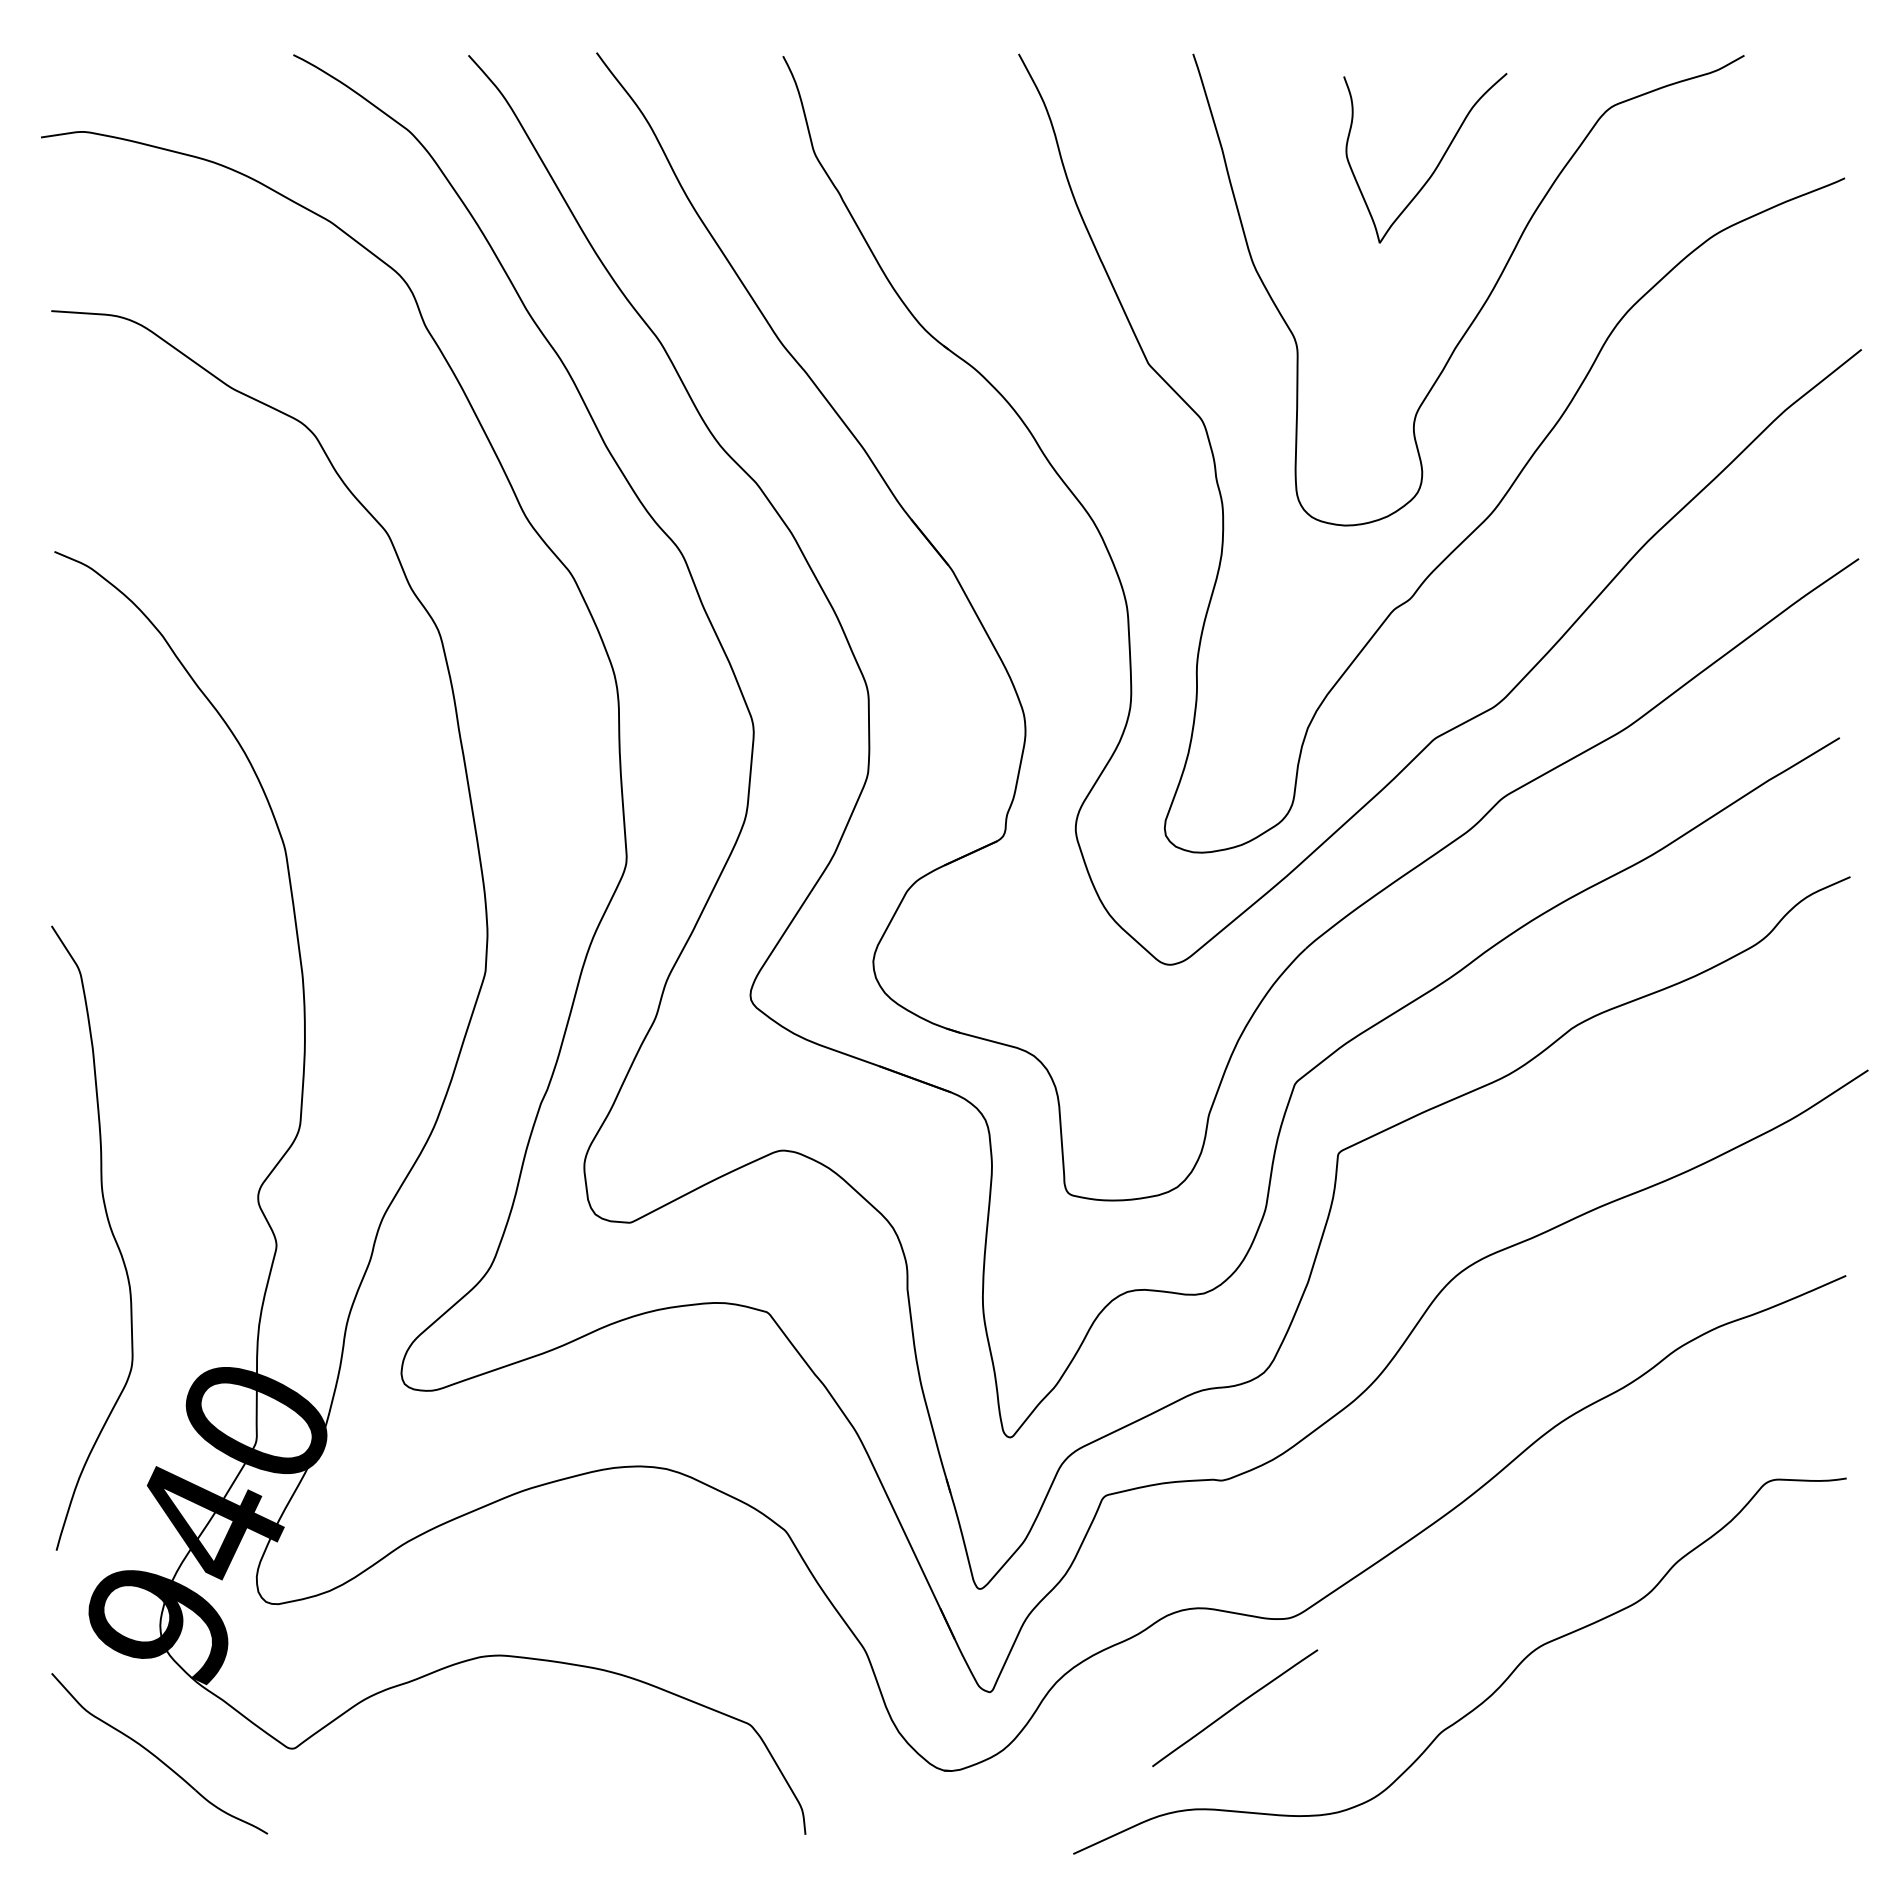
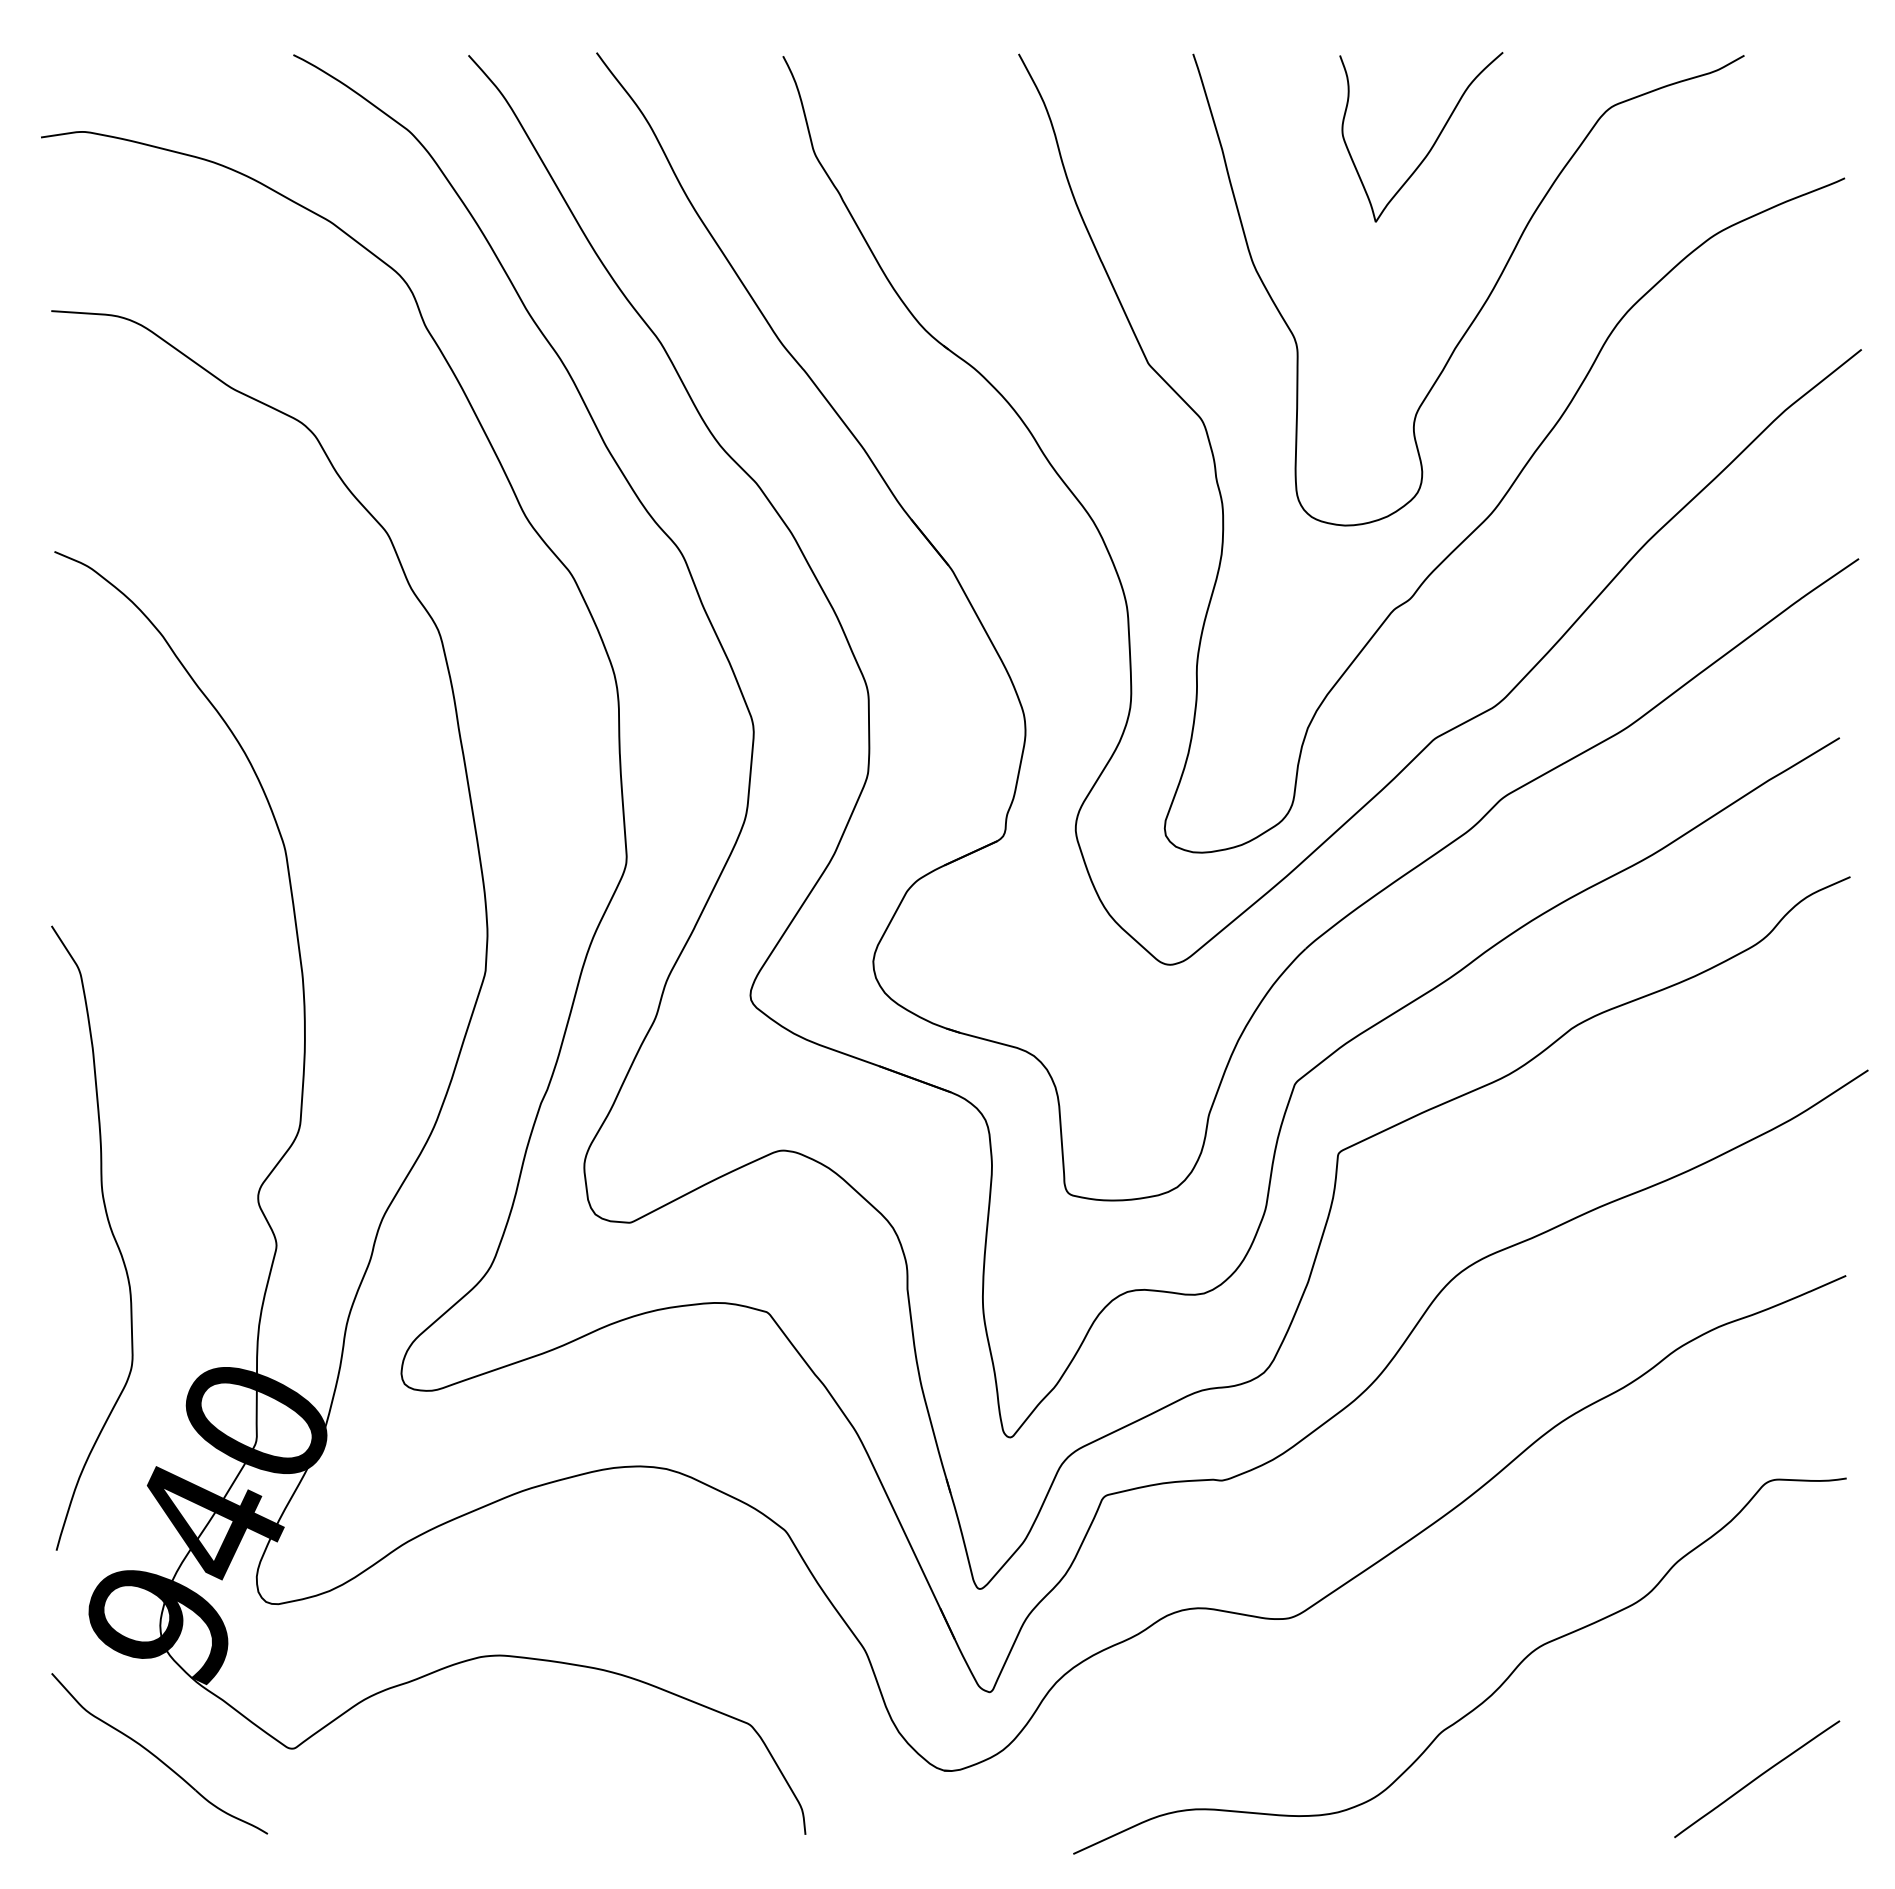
curve at (1437, 164) position: (1437, 164) -> (1433, 143)
curve at (1235, 1707) position: (1235, 1707) -> (1757, 1778)
